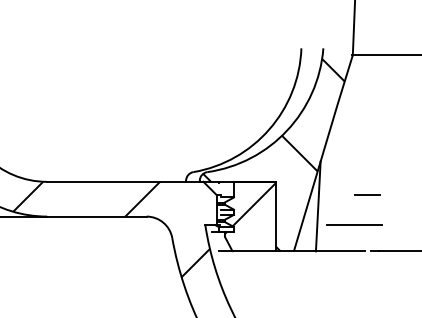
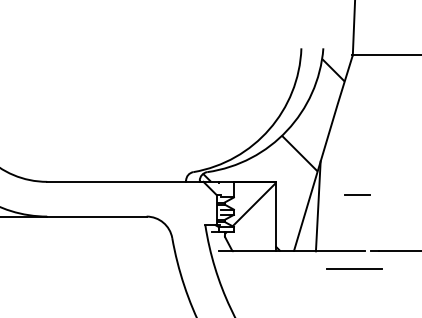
line at (367, 194) position: (367, 194) -> (357, 194)
line at (354, 224) position: (354, 224) -> (354, 268)
hatch at (111, 229): present -> none
